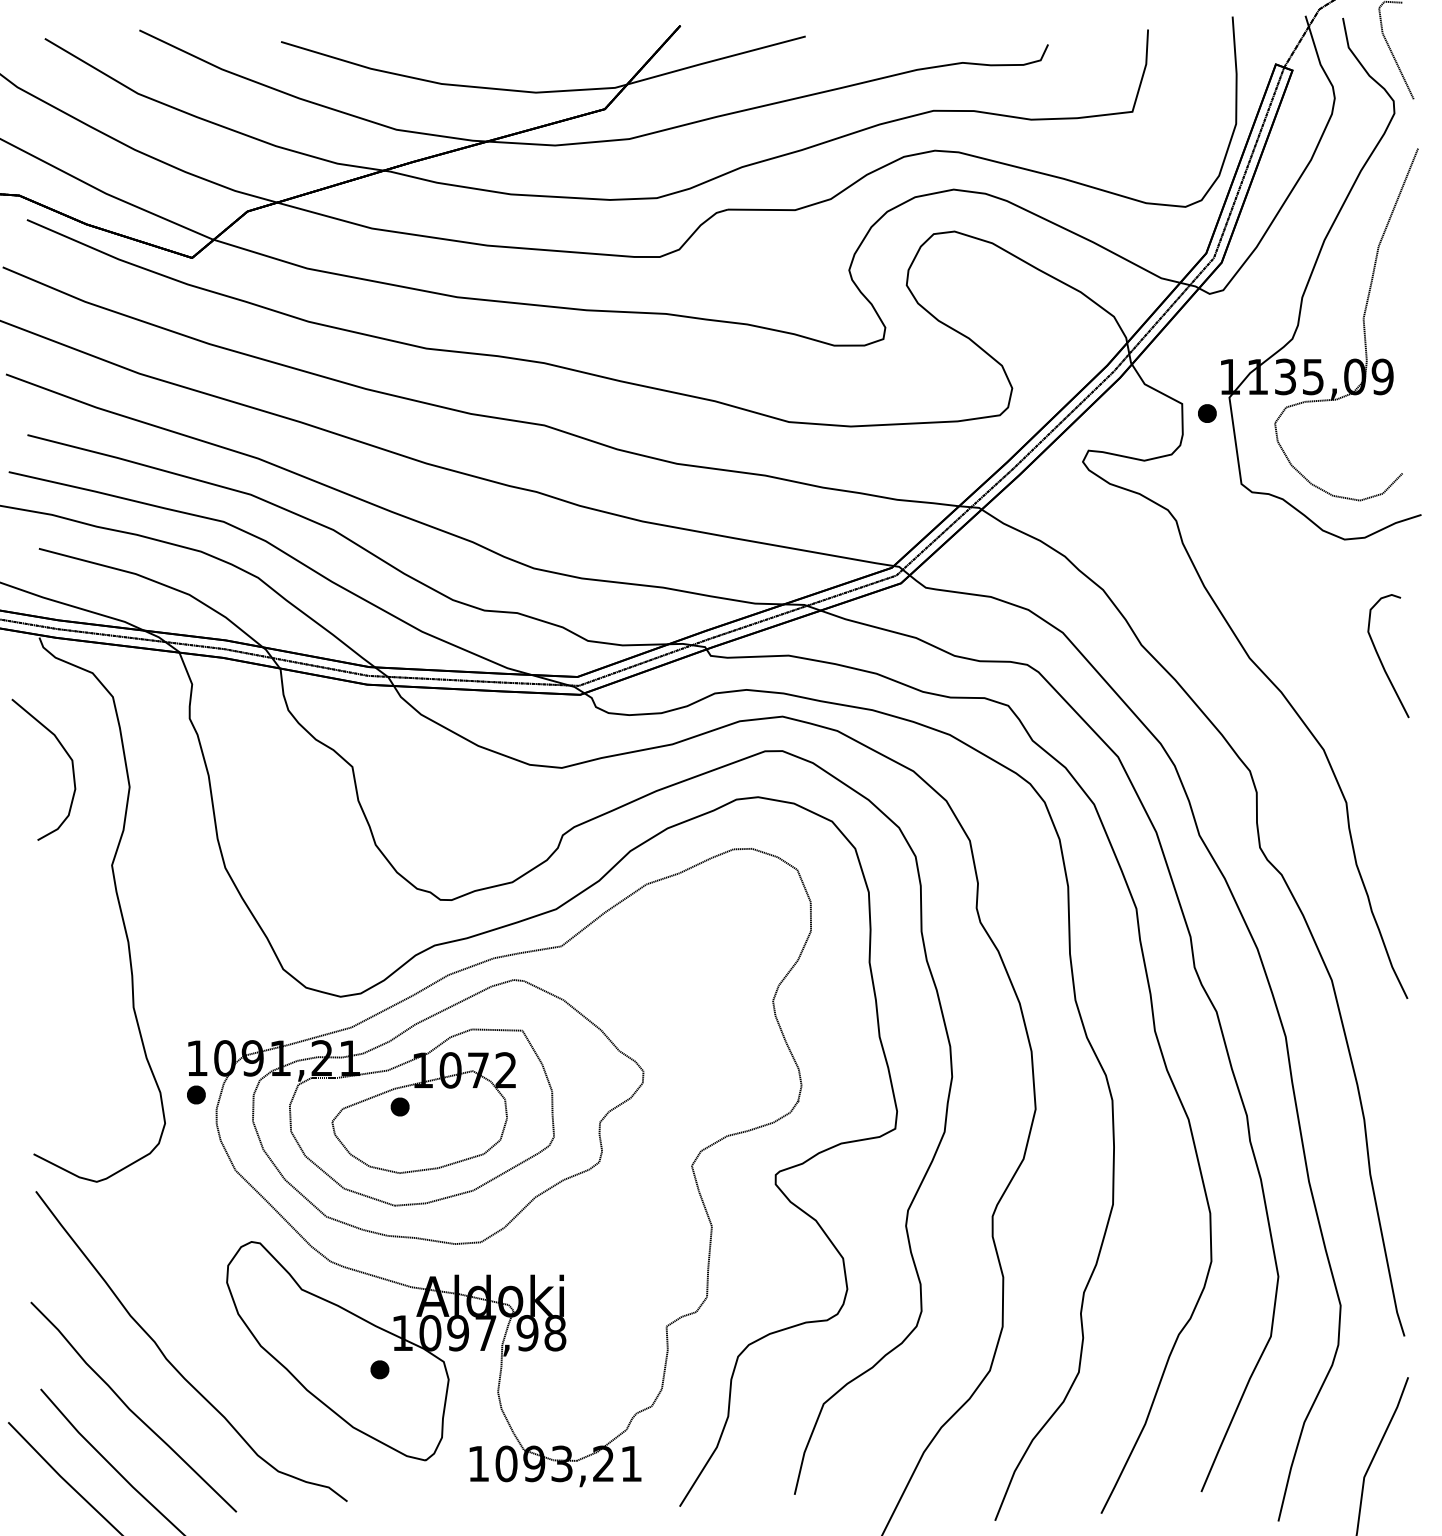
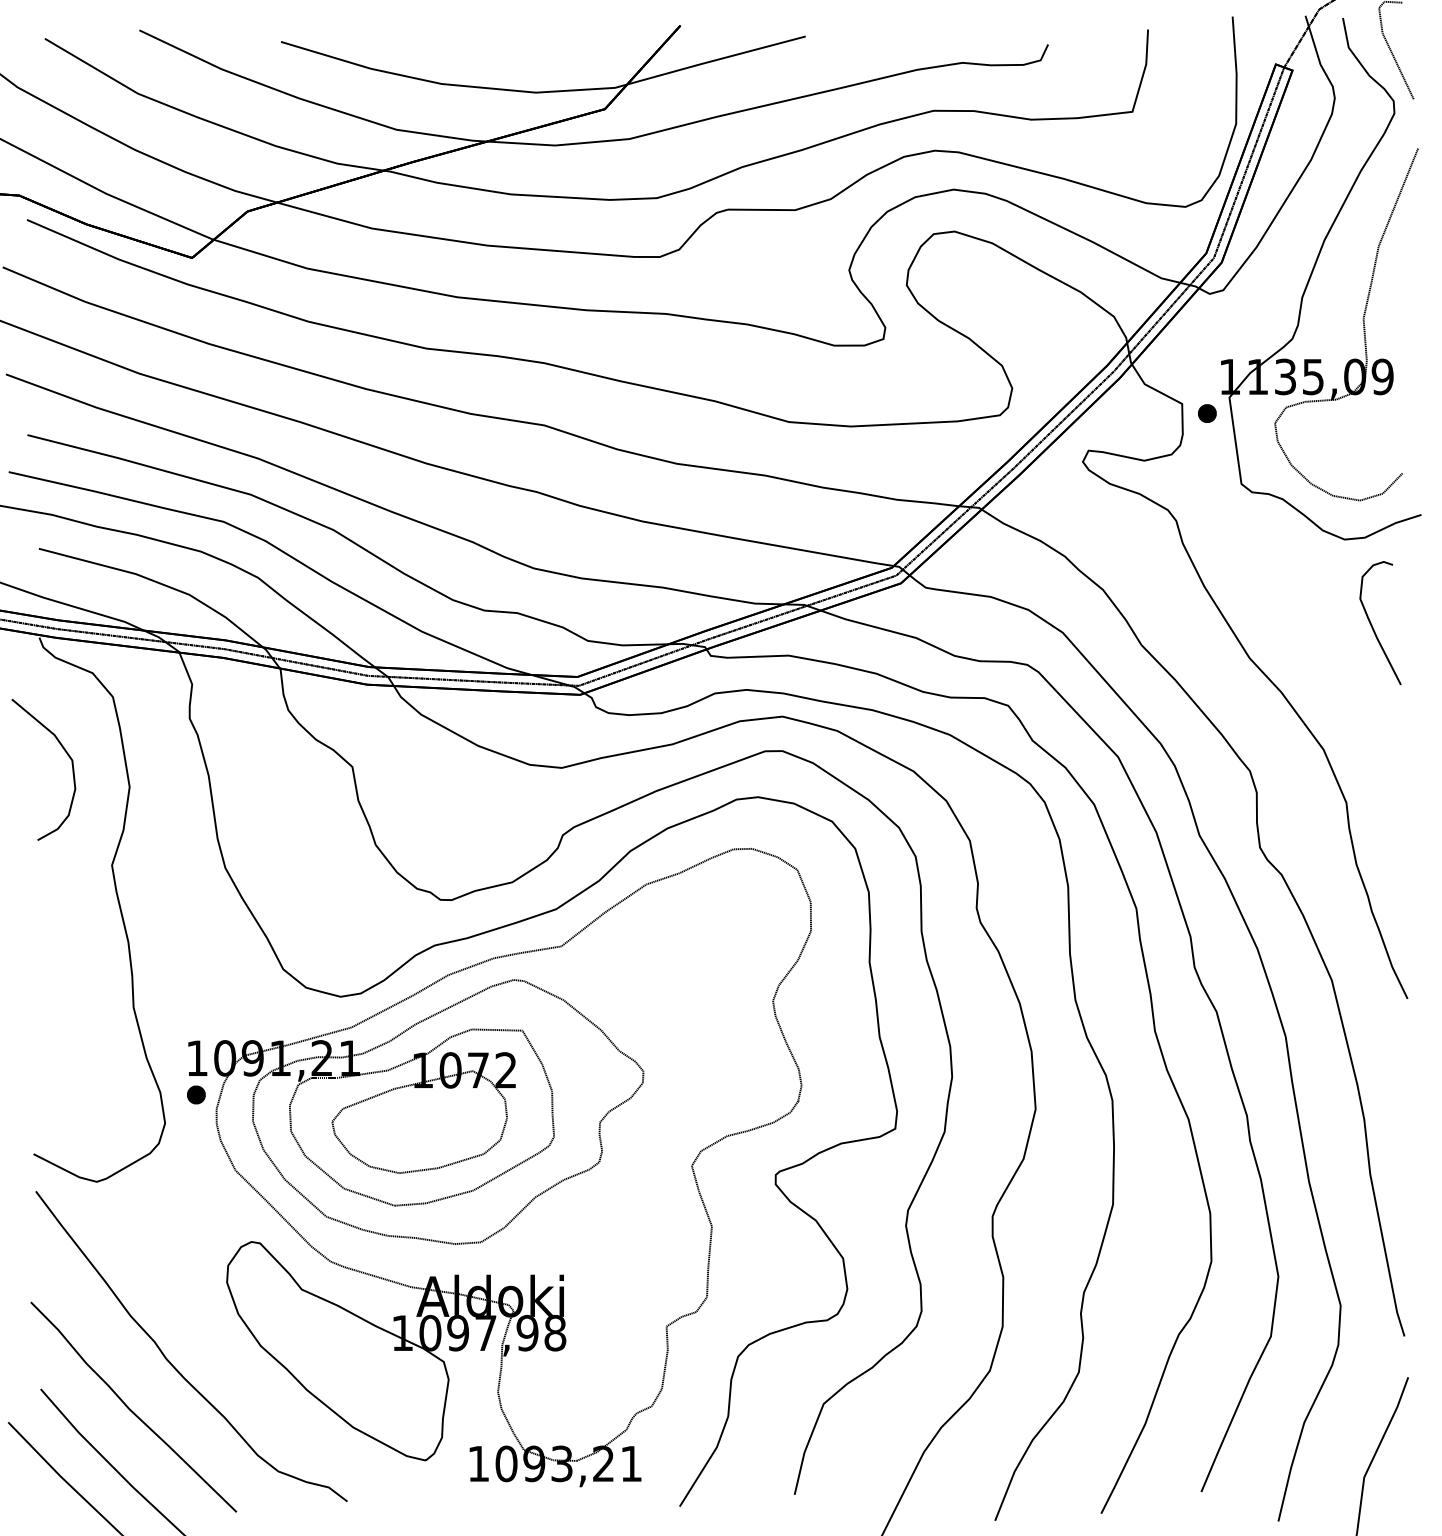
curve at (1381, 660) position: (1381, 660) -> (1373, 627)
part at (399, 1106): present -> none
part at (379, 1369): present -> none
